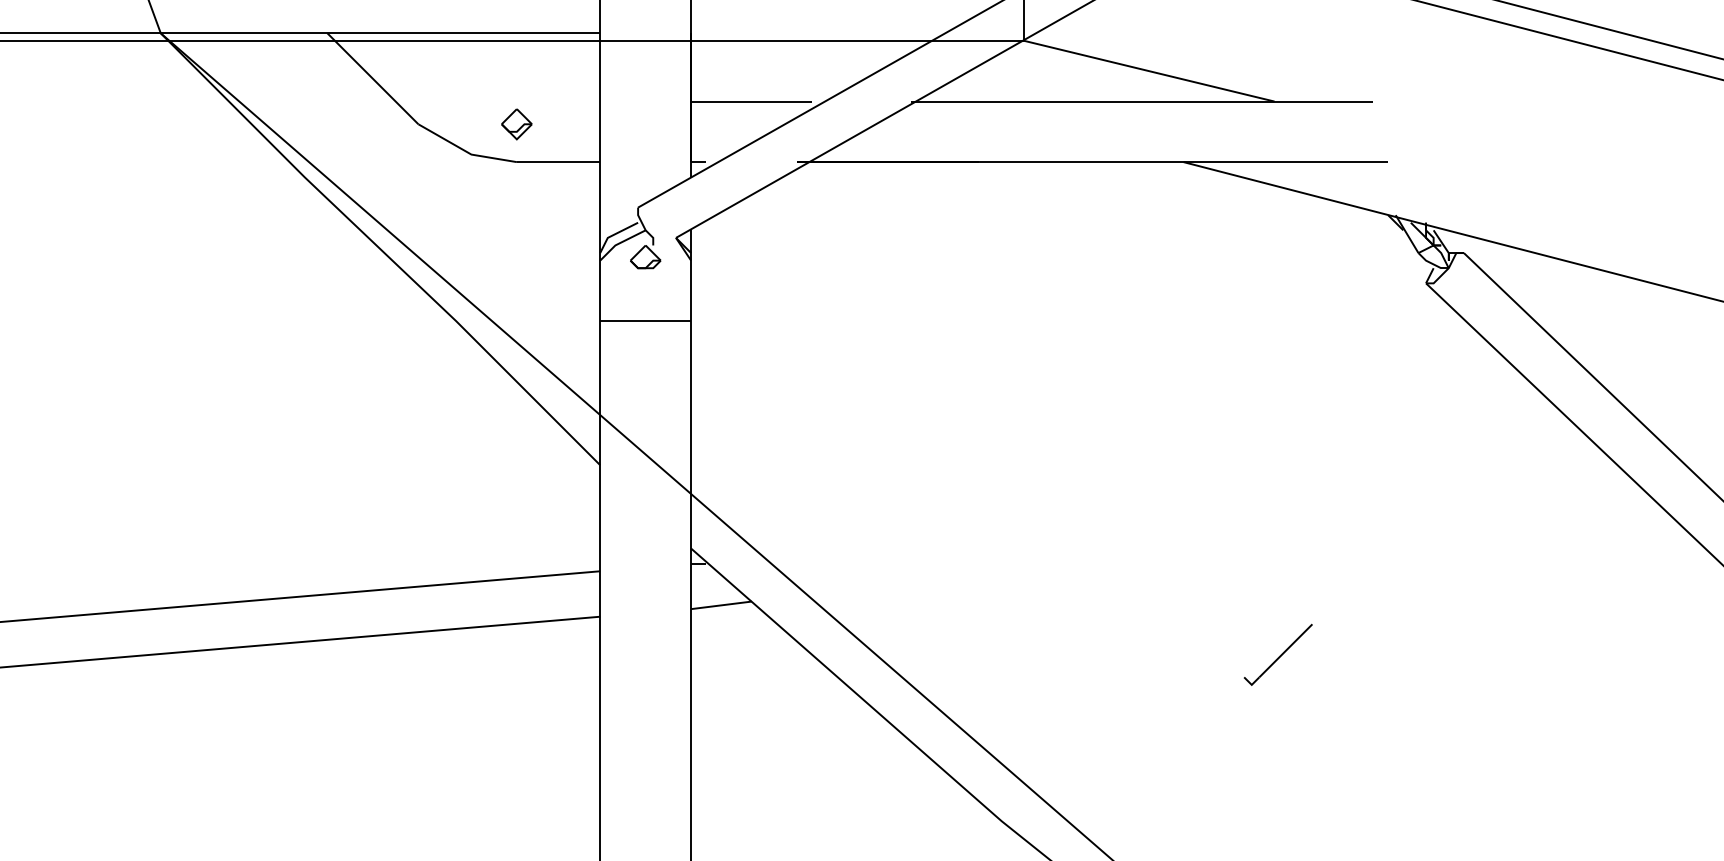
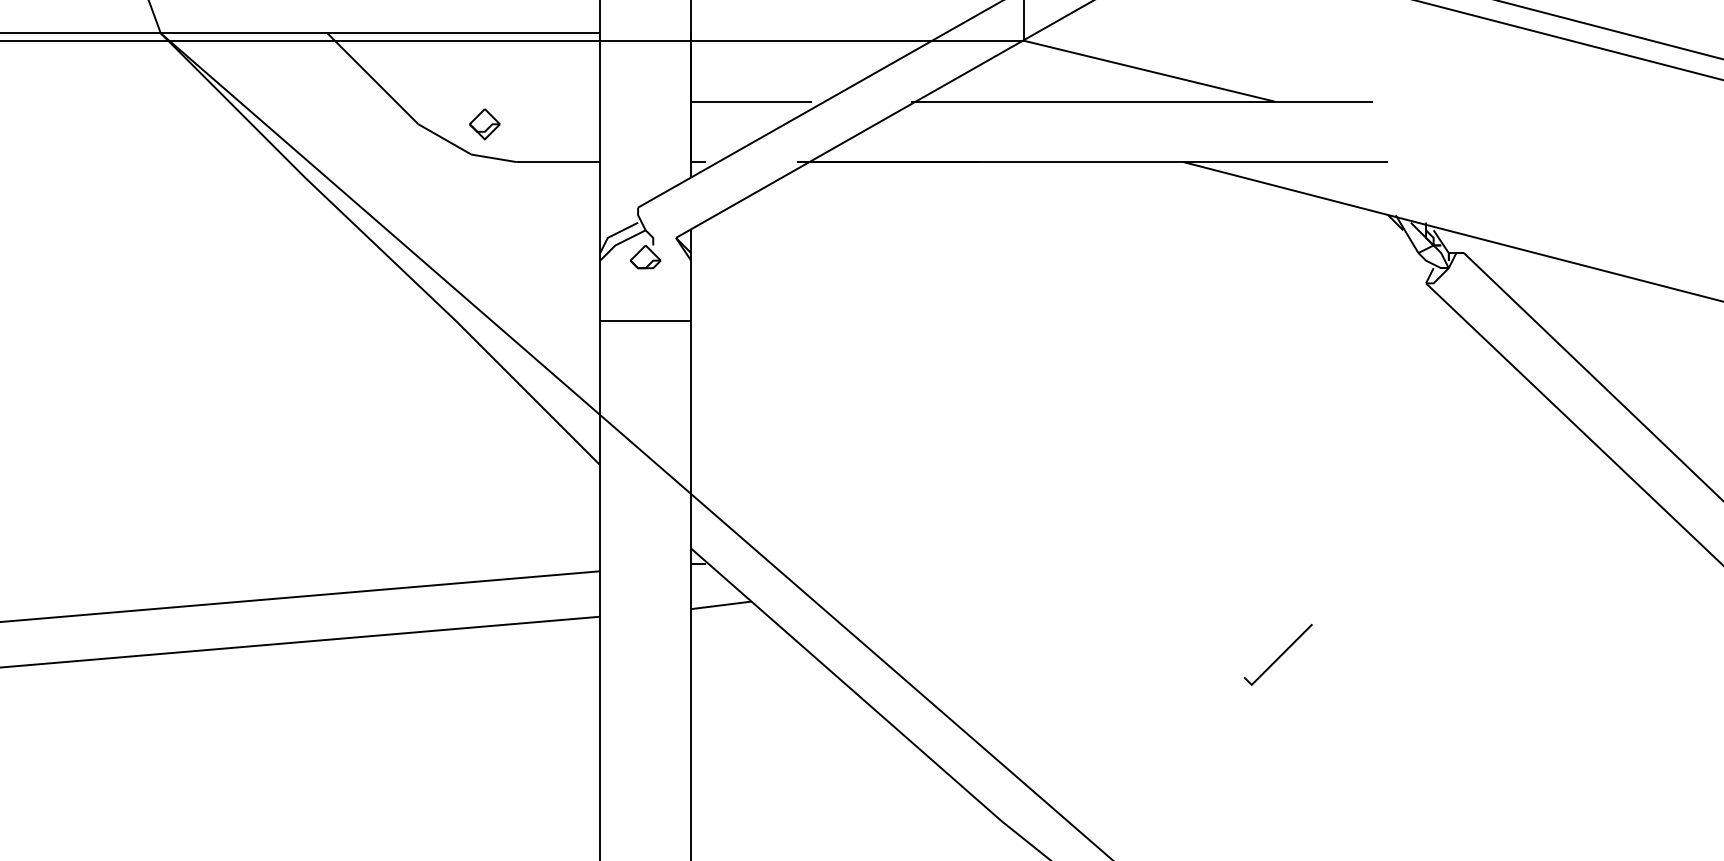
part at (516, 124) position: (516, 124) -> (484, 124)
